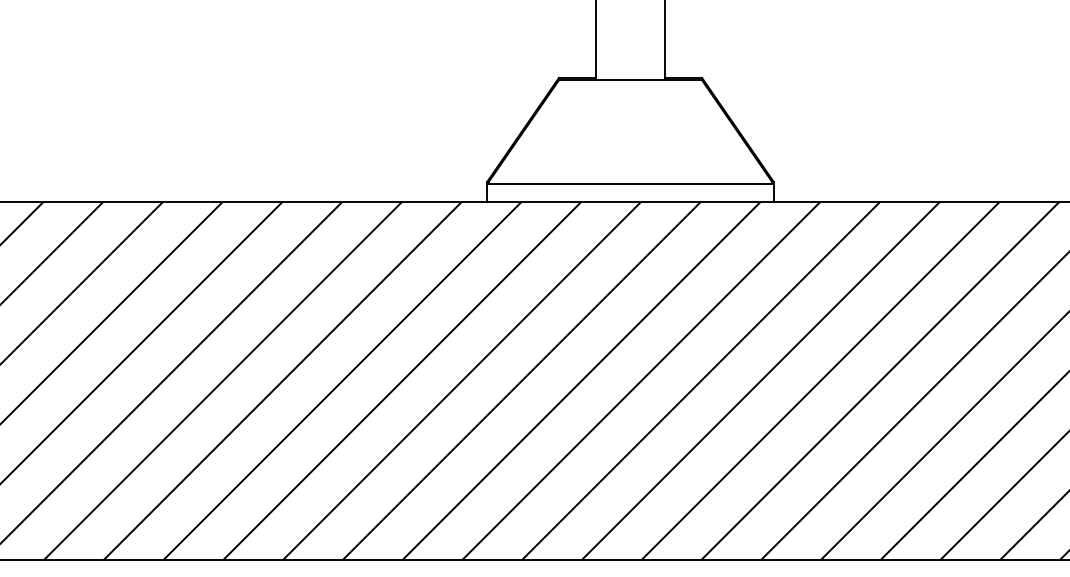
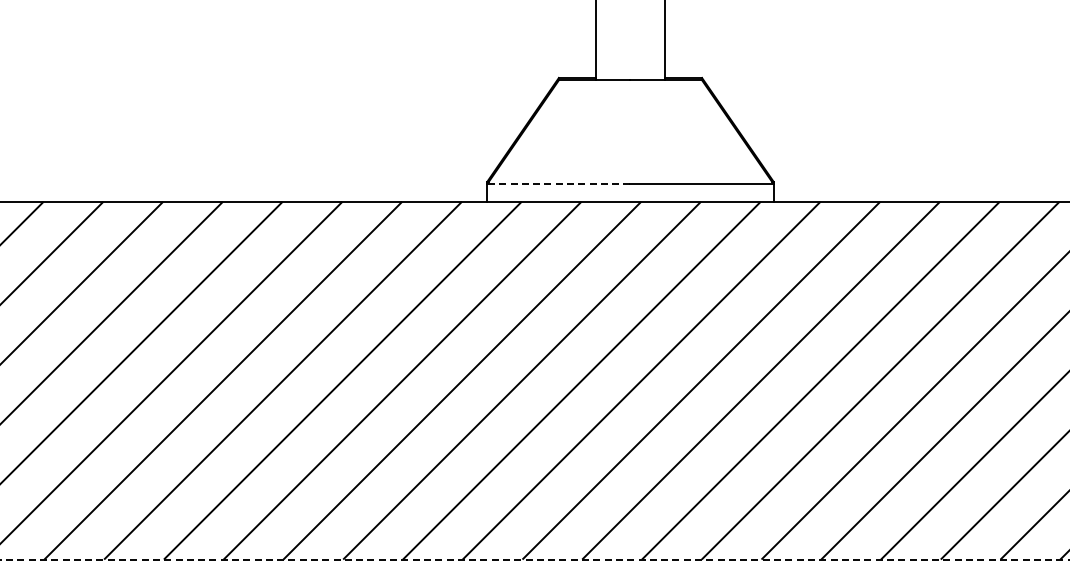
line at (558, 183): solid -> dashed
line at (535, 559): solid -> dashed
